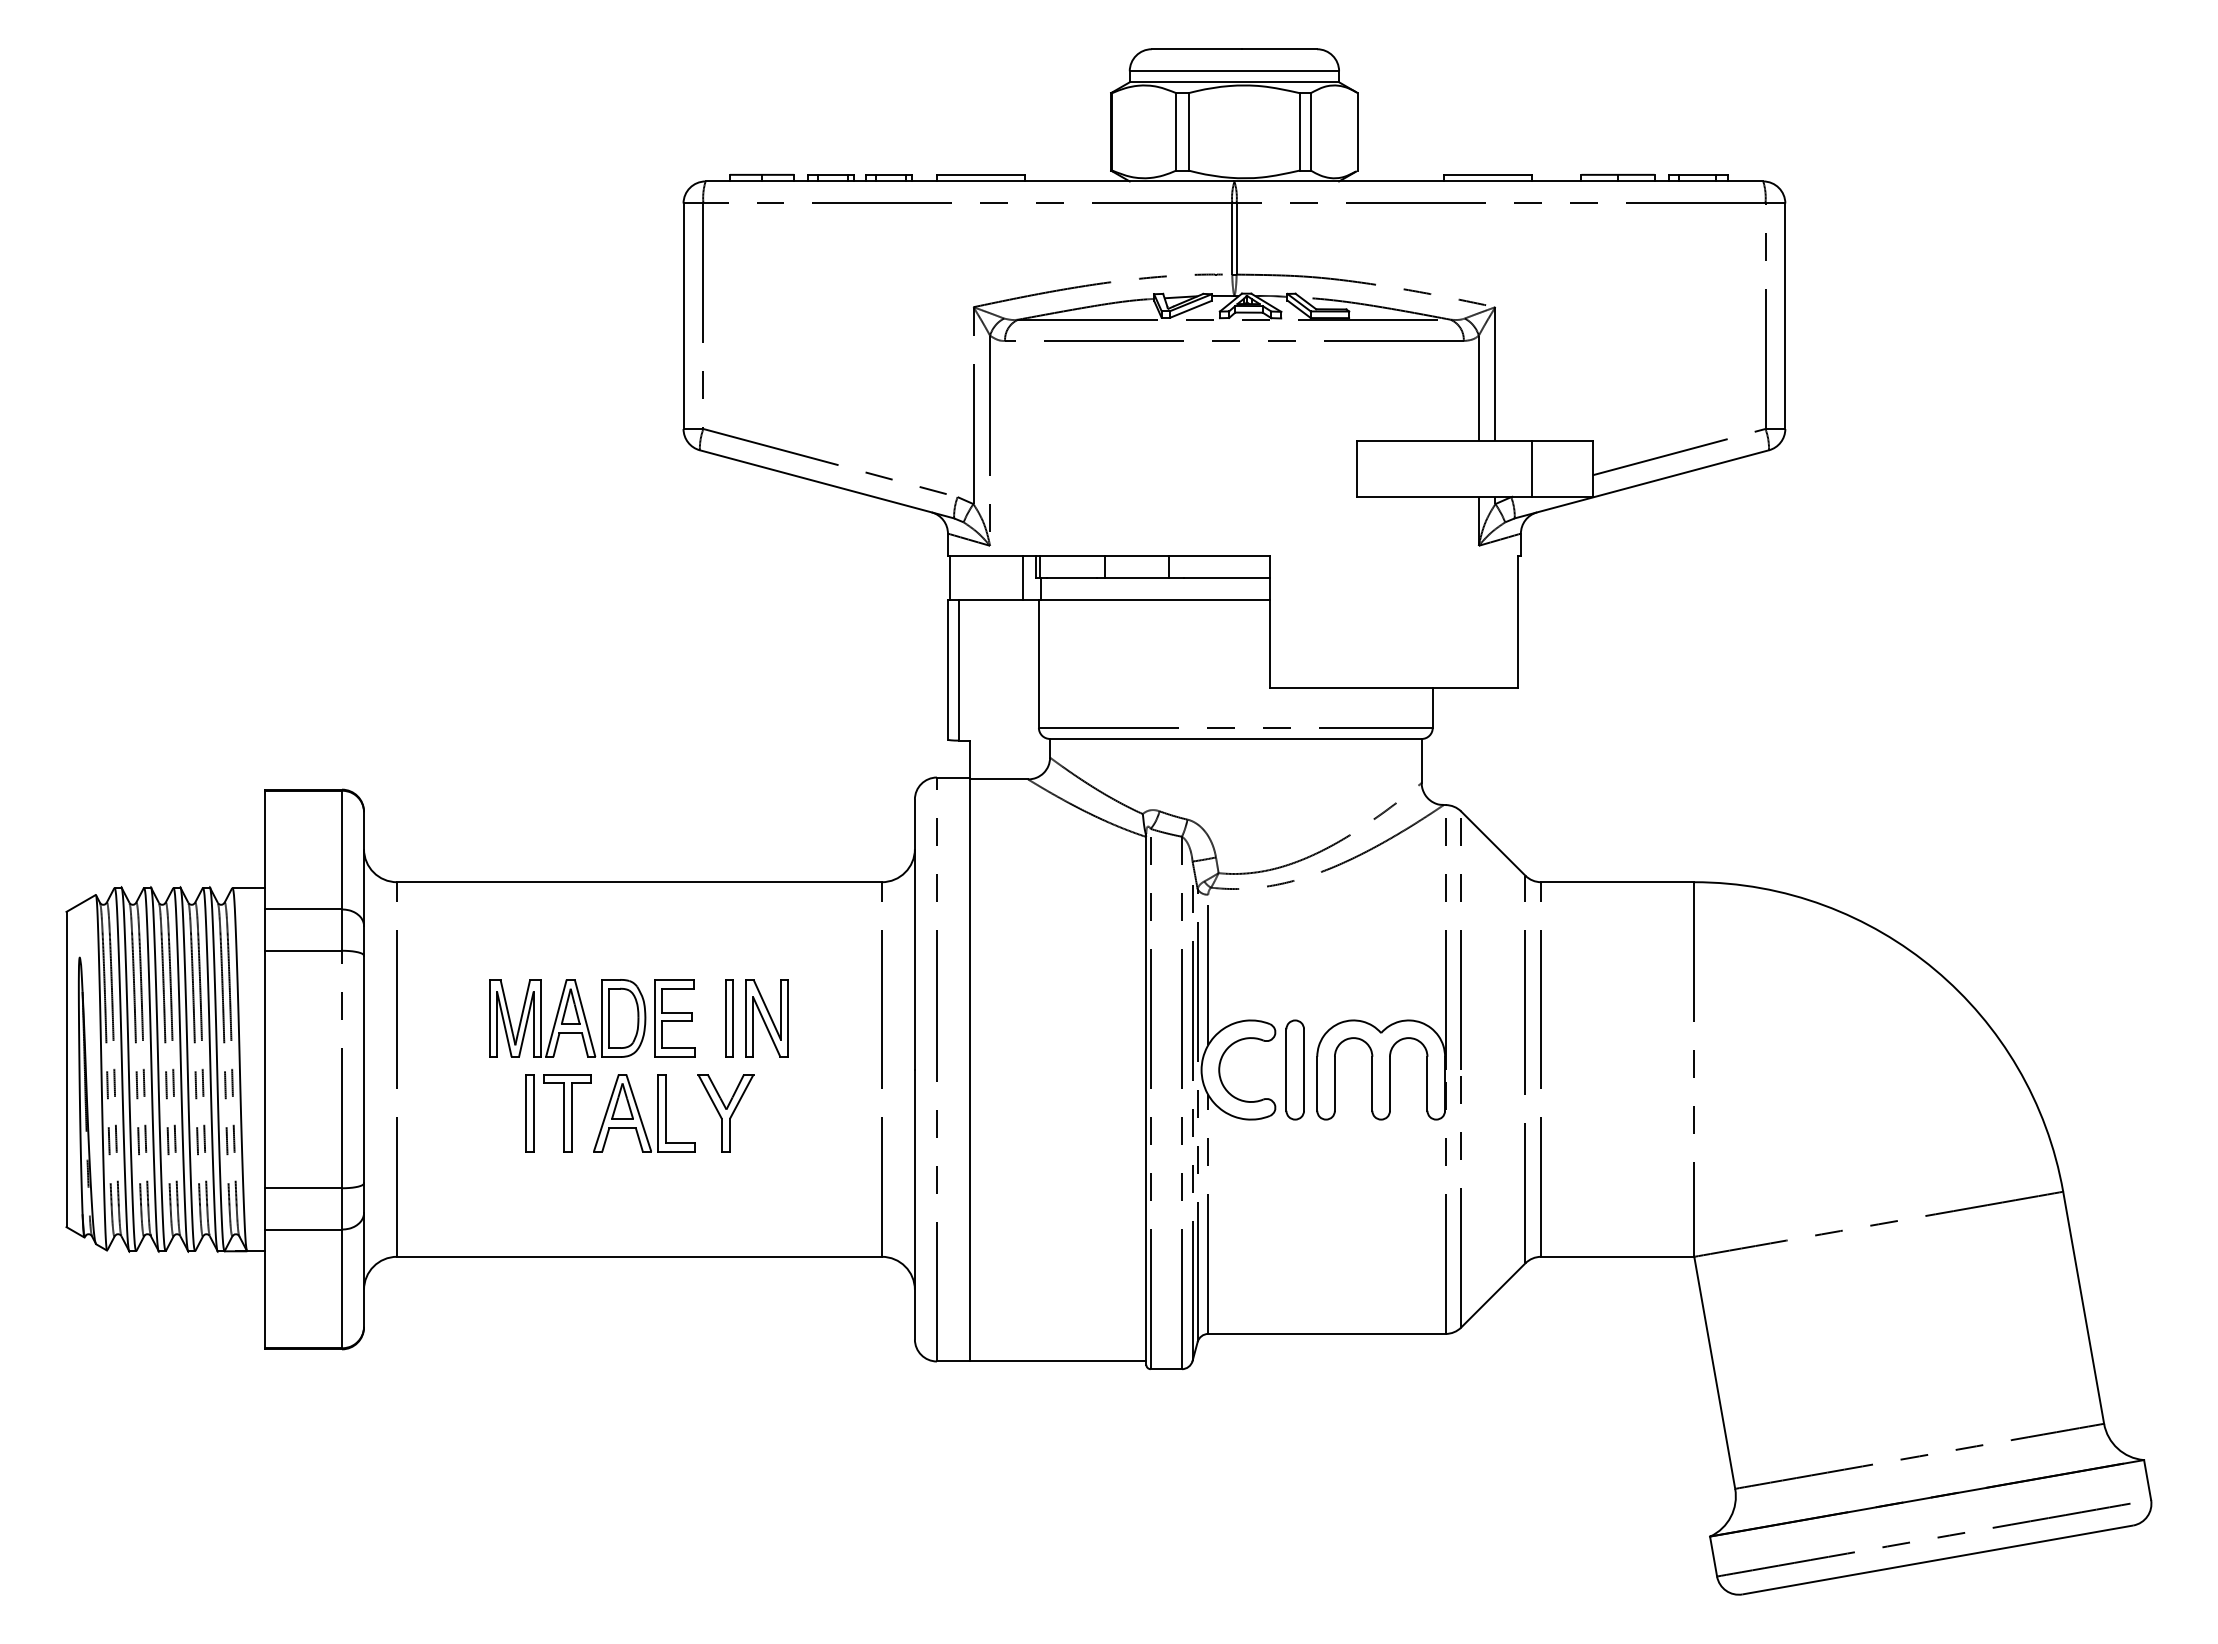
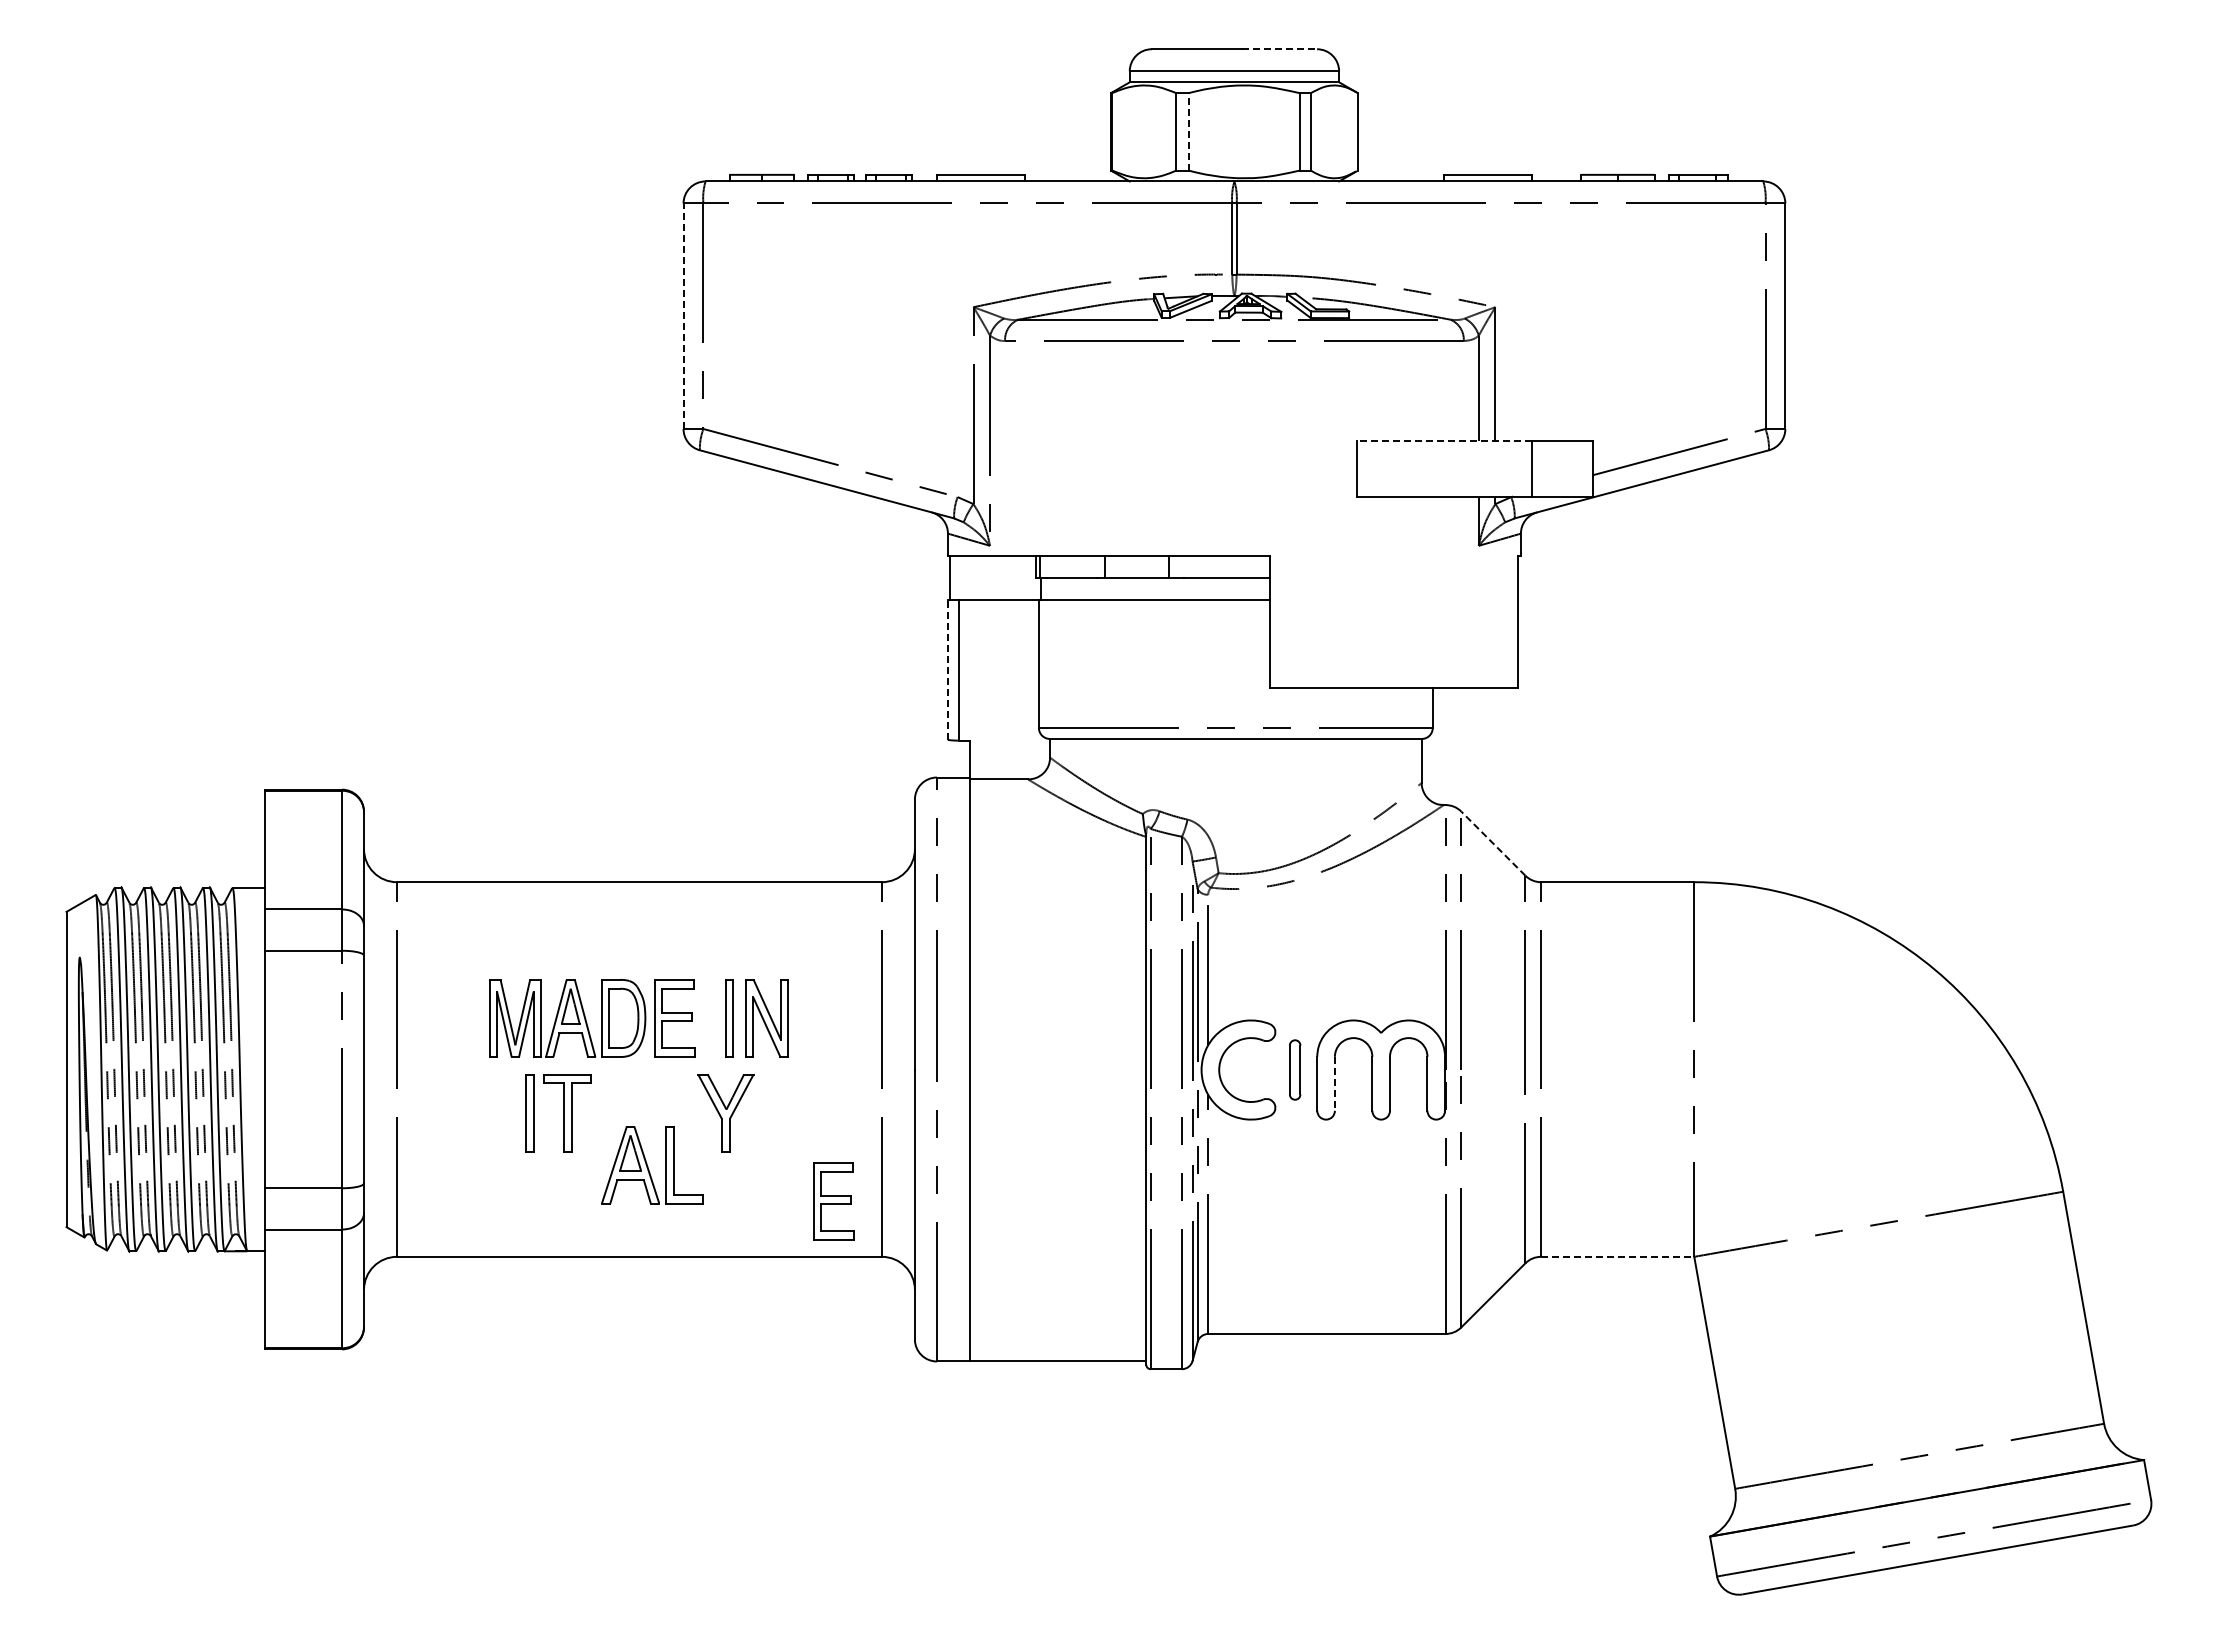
line at (1279, 49): solid -> dashed
line at (1188, 131): solid -> dashed
line at (683, 316): solid -> dashed
line at (1443, 441): solid -> dashed
line at (1022, 578): present -> none
line at (947, 669): solid -> dashed
line at (1493, 843): solid -> dashed
part at (1294, 1069) size: 20x102 px -> 13x62 px
line at (1334, 1083): solid -> dashed
part at (644, 1113) position: (644, 1113) -> (652, 1165)
part at (833, 1201): none -> present
line at (1617, 1256): solid -> dashed
